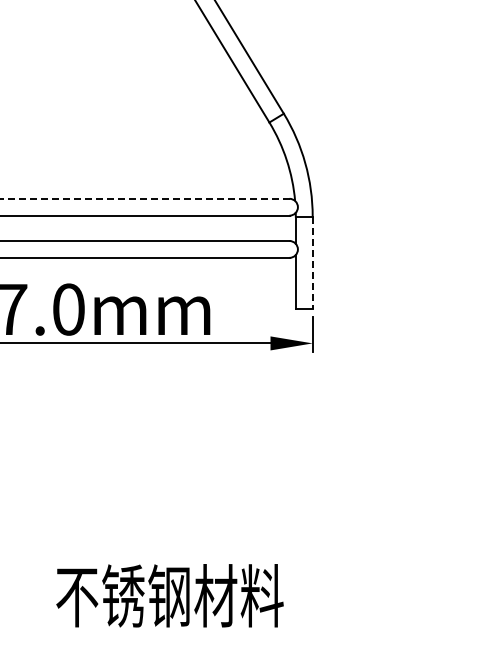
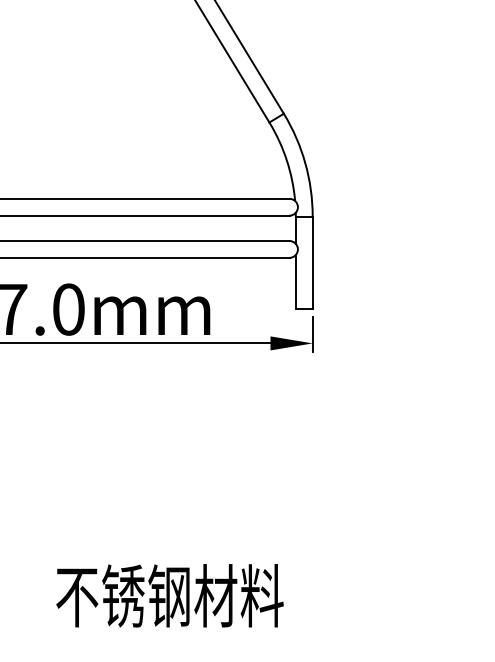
line at (144, 198): dashed -> solid
line at (312, 262): dashed -> solid
